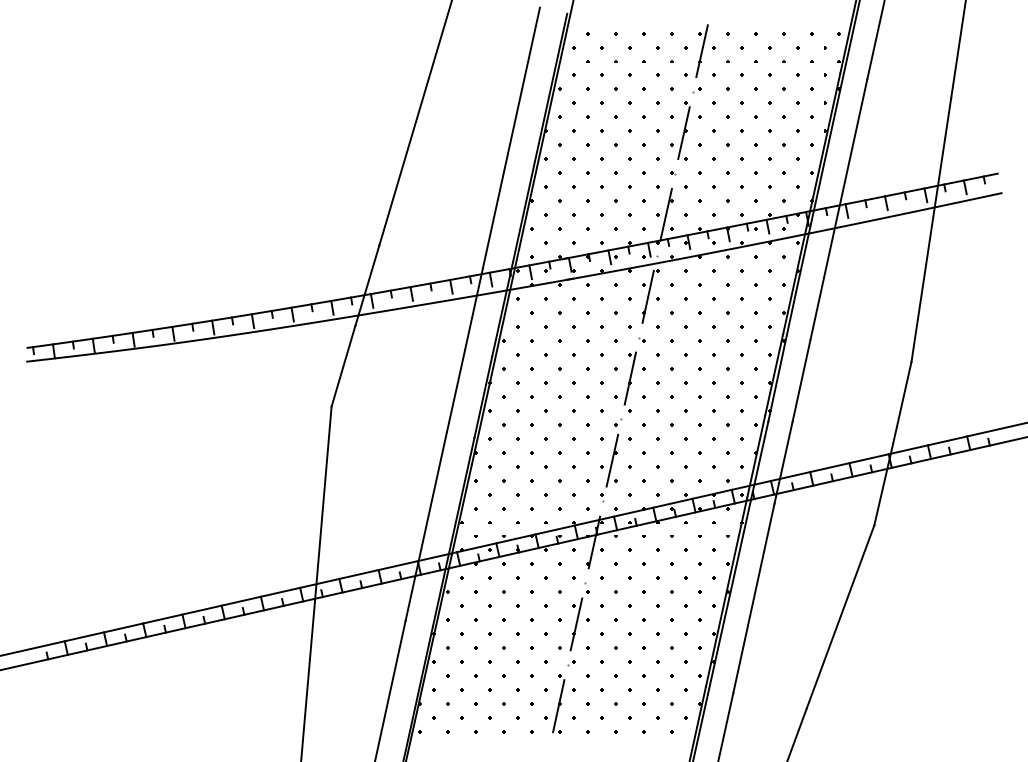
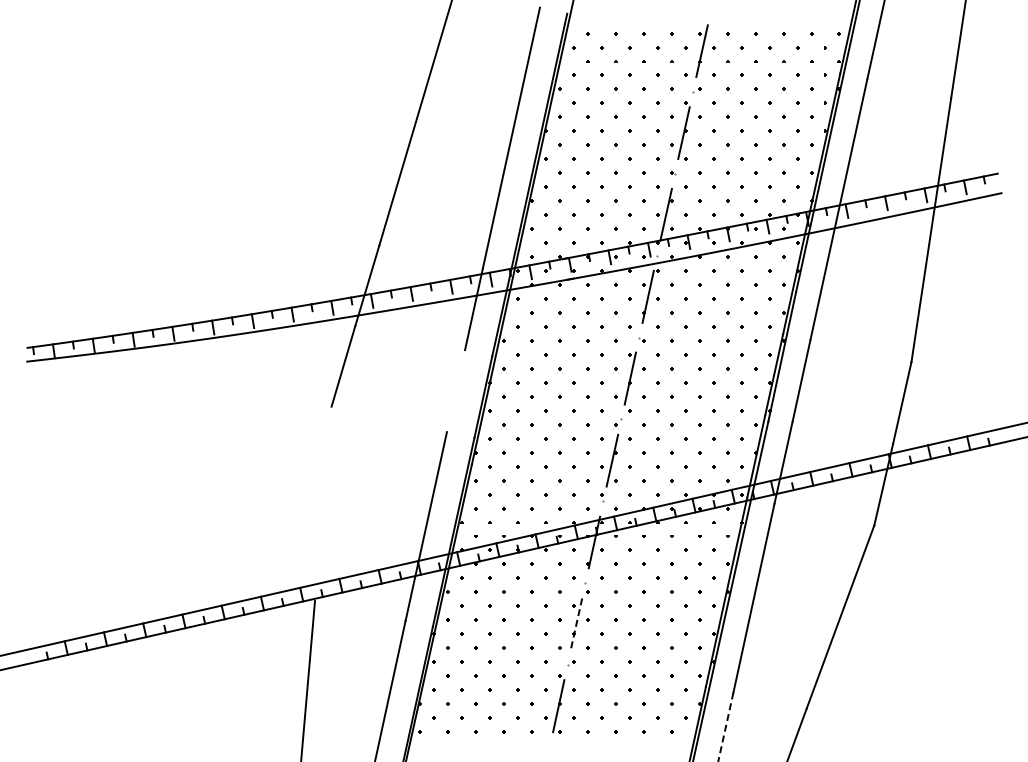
line at (455, 391): present -> none
line at (323, 503): present -> none
line at (576, 624): solid -> dashed
line at (725, 727): solid -> dashed
